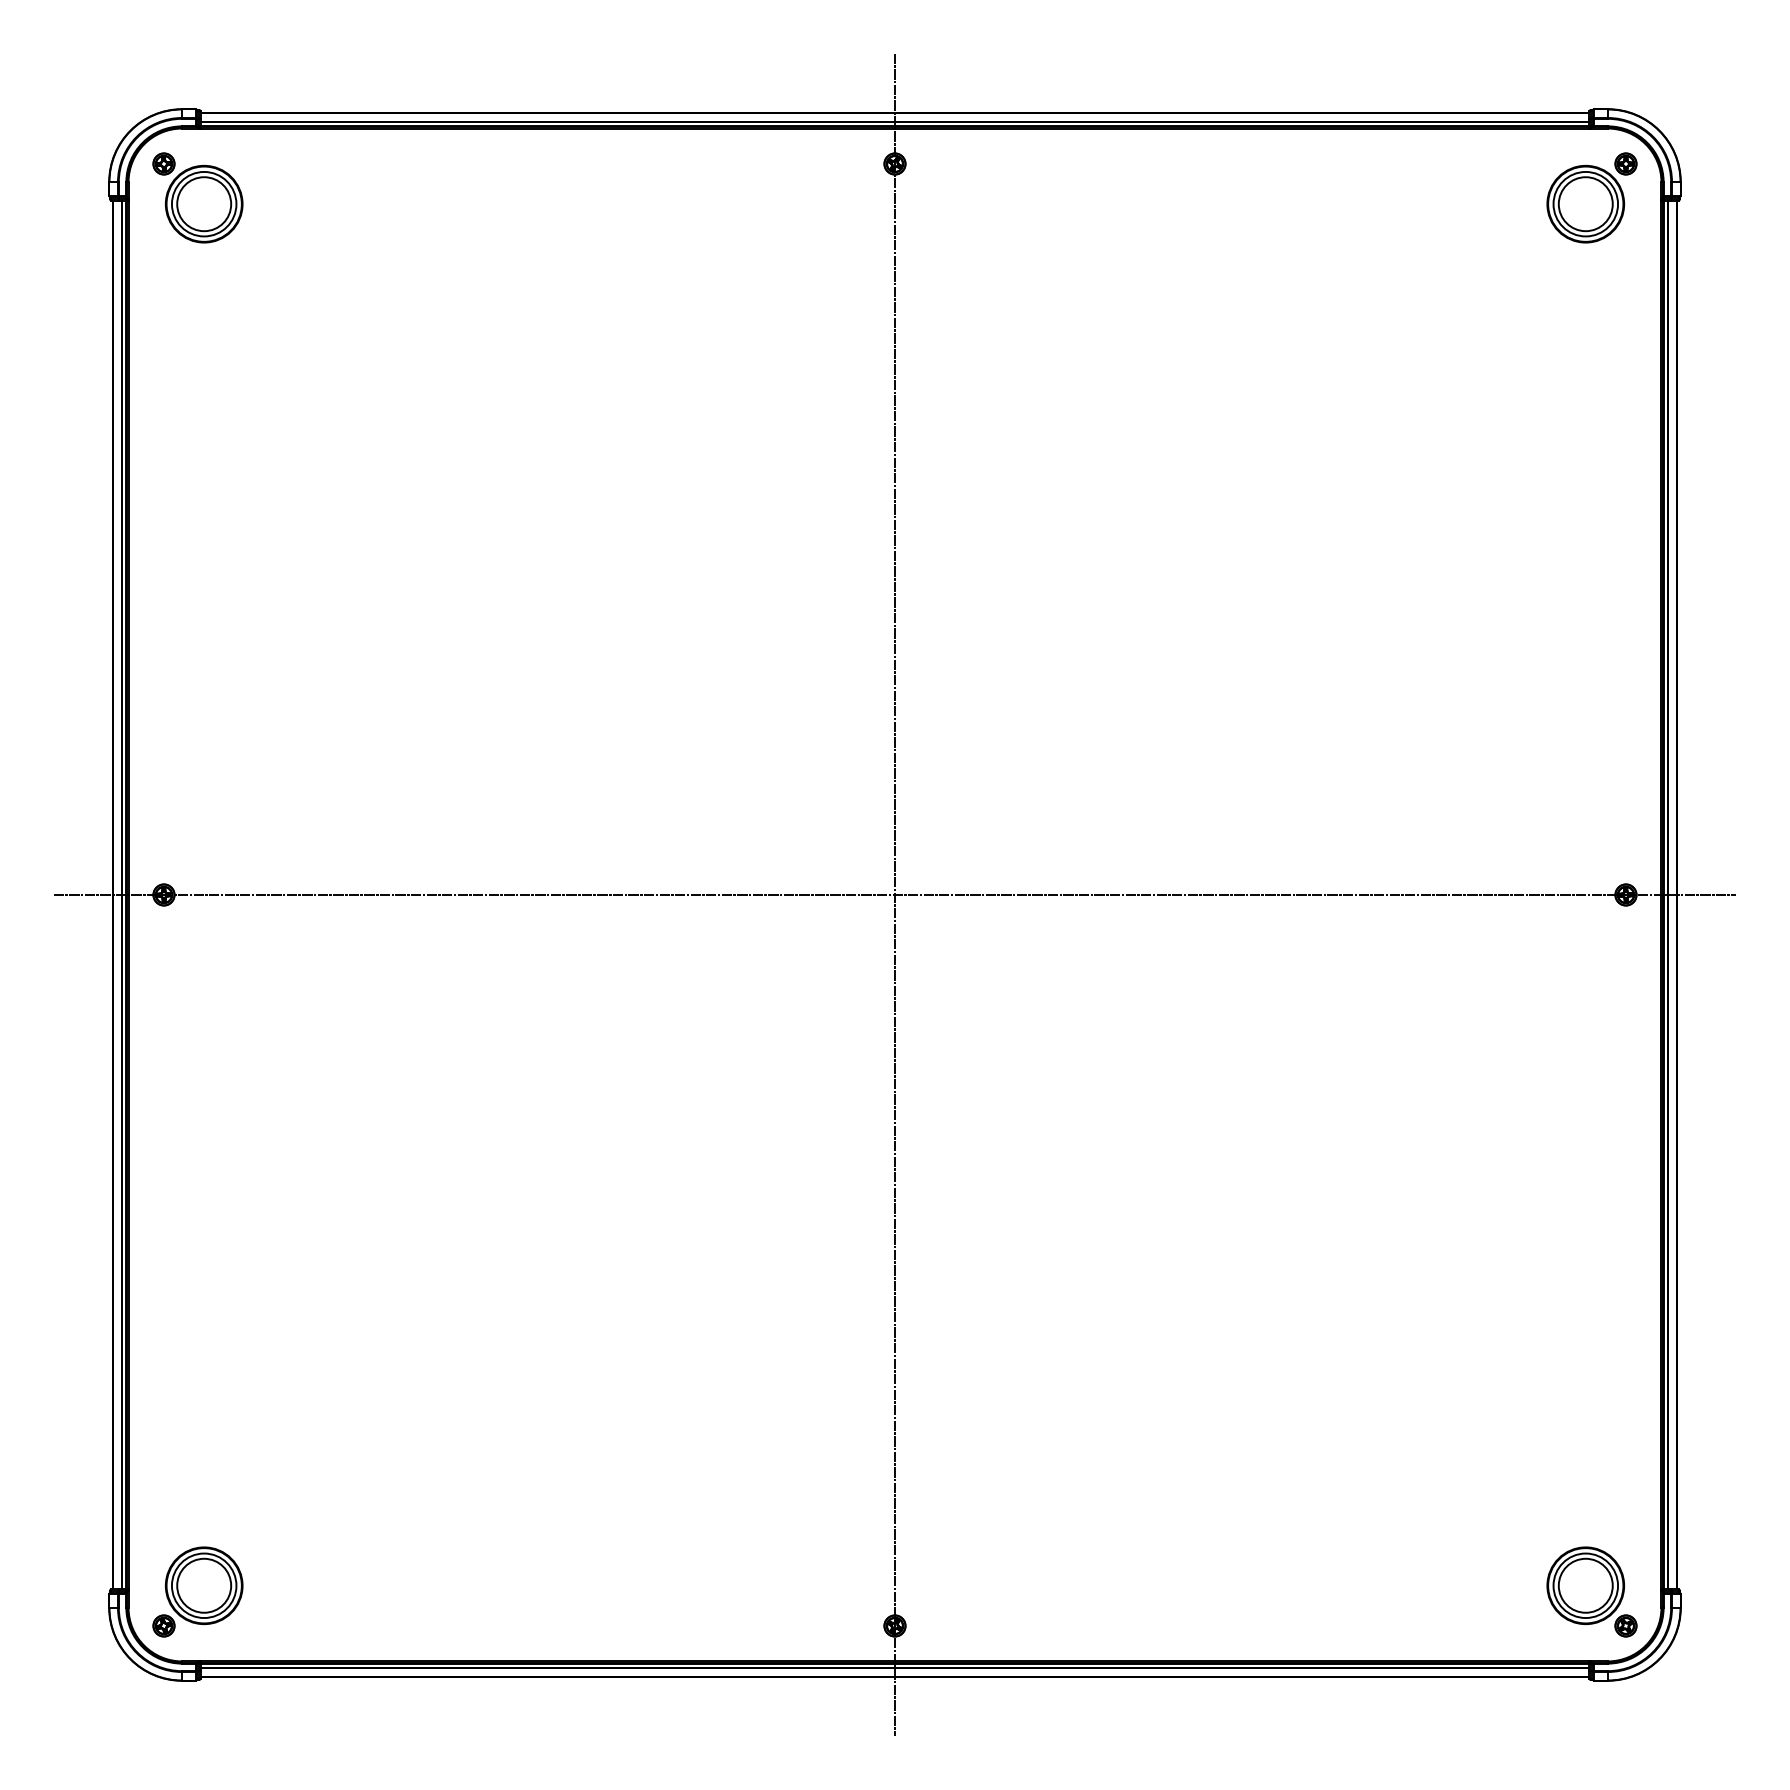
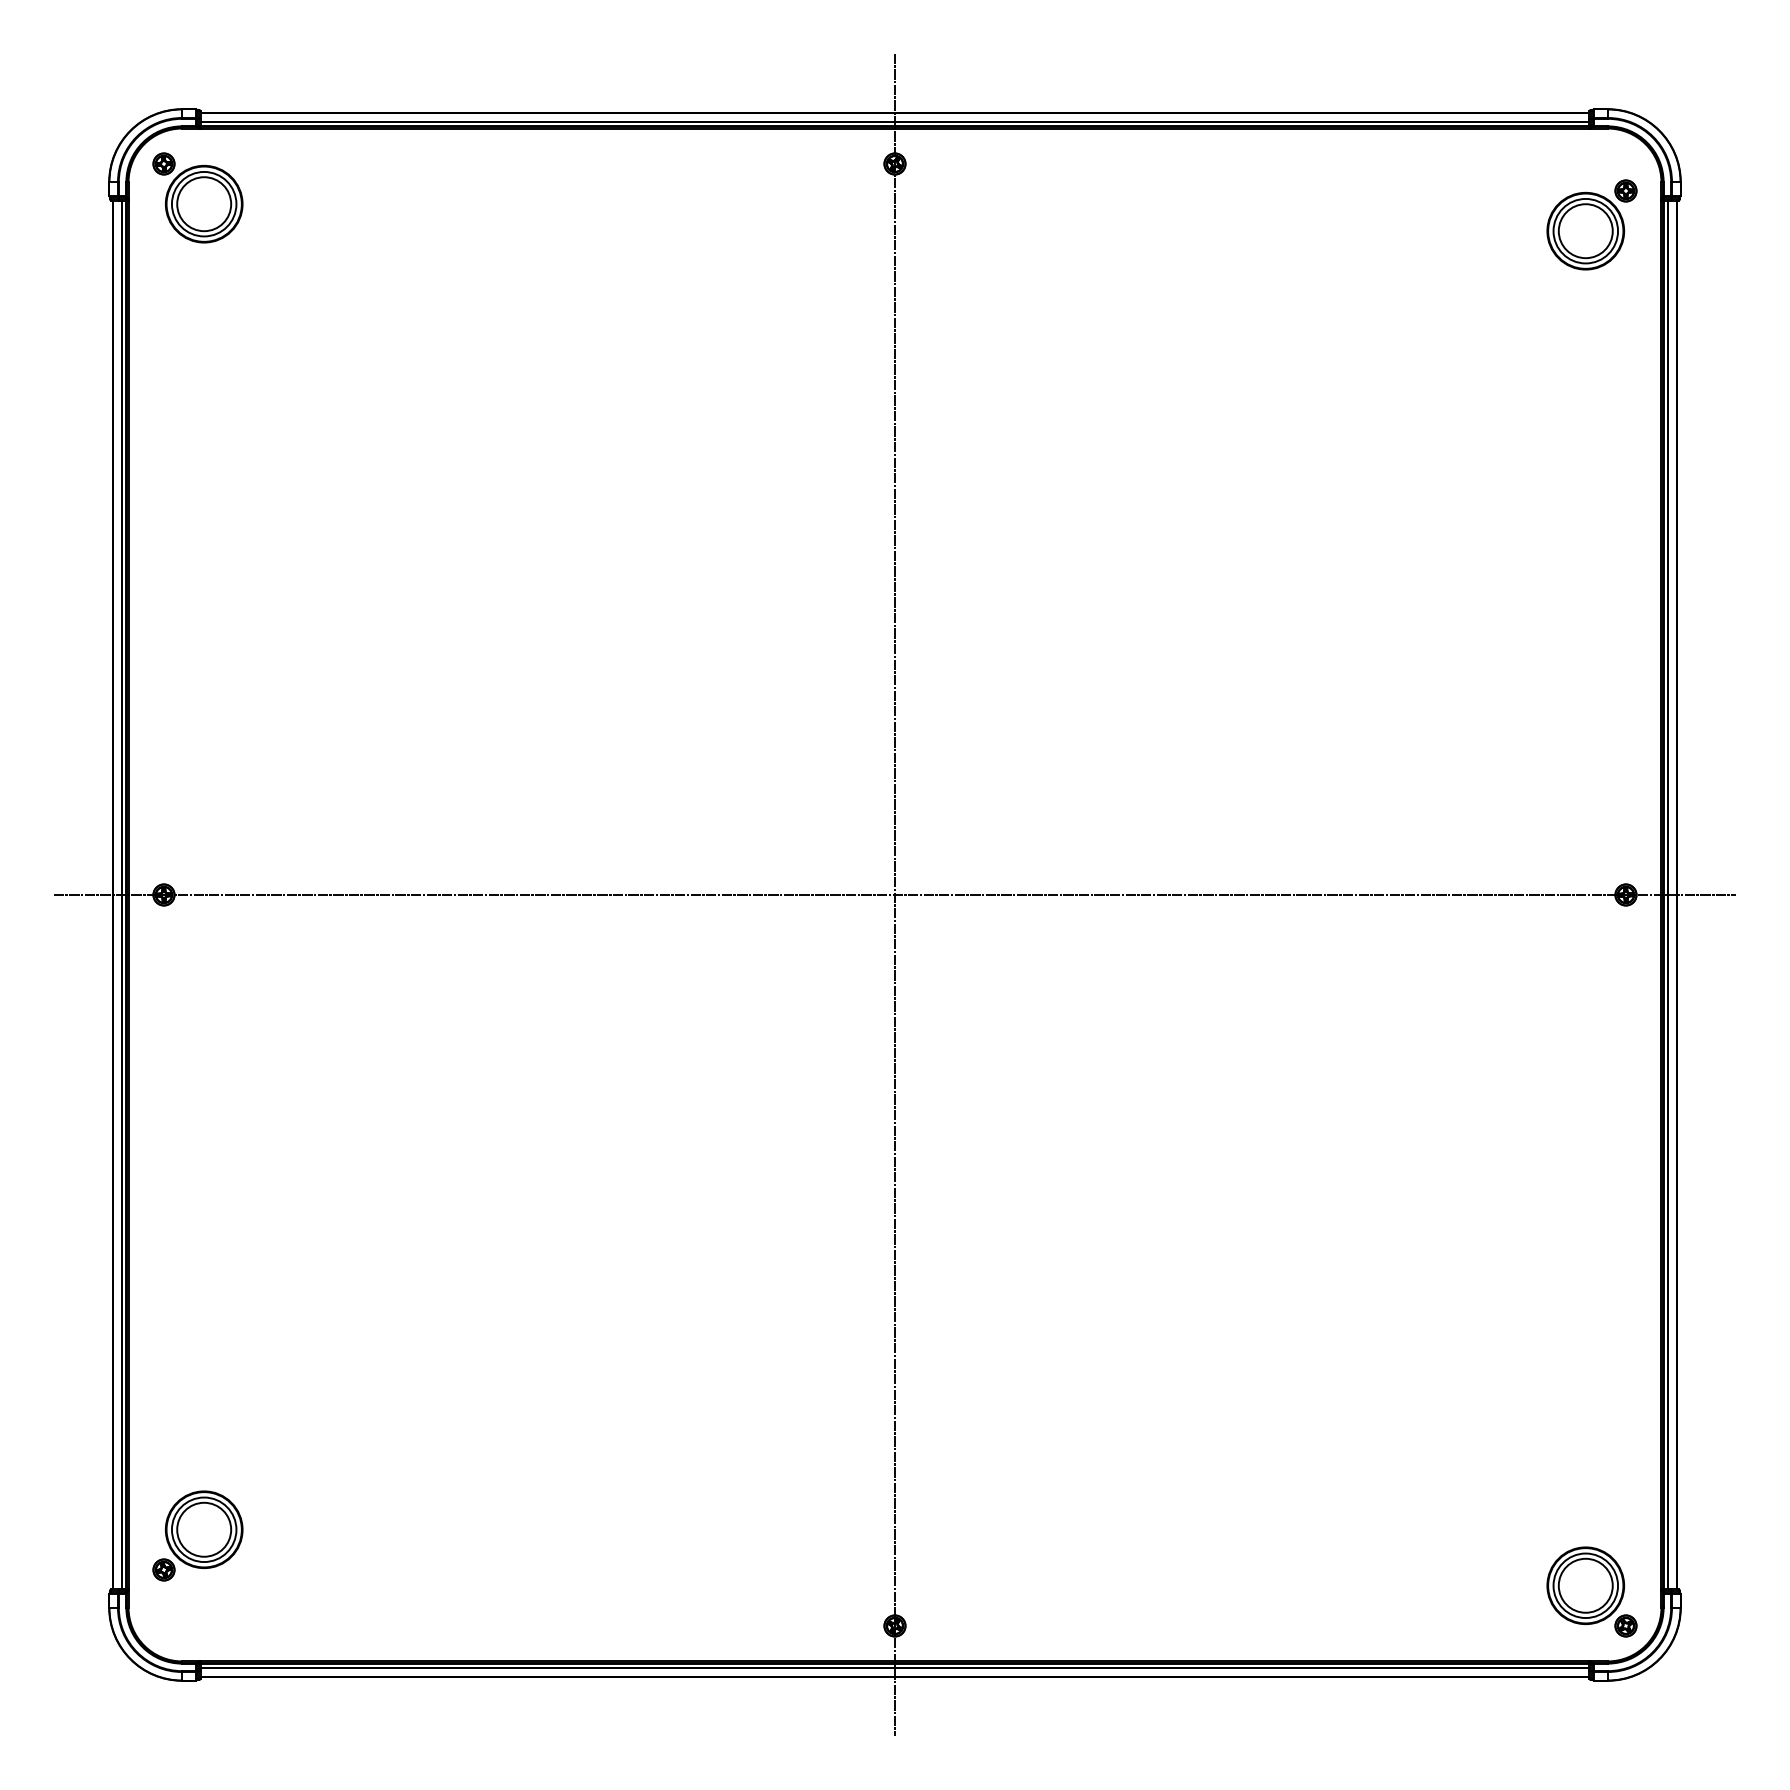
part at (1591, 197) position: (1591, 197) -> (1591, 224)
part at (197, 1591) position: (197, 1591) -> (197, 1535)
